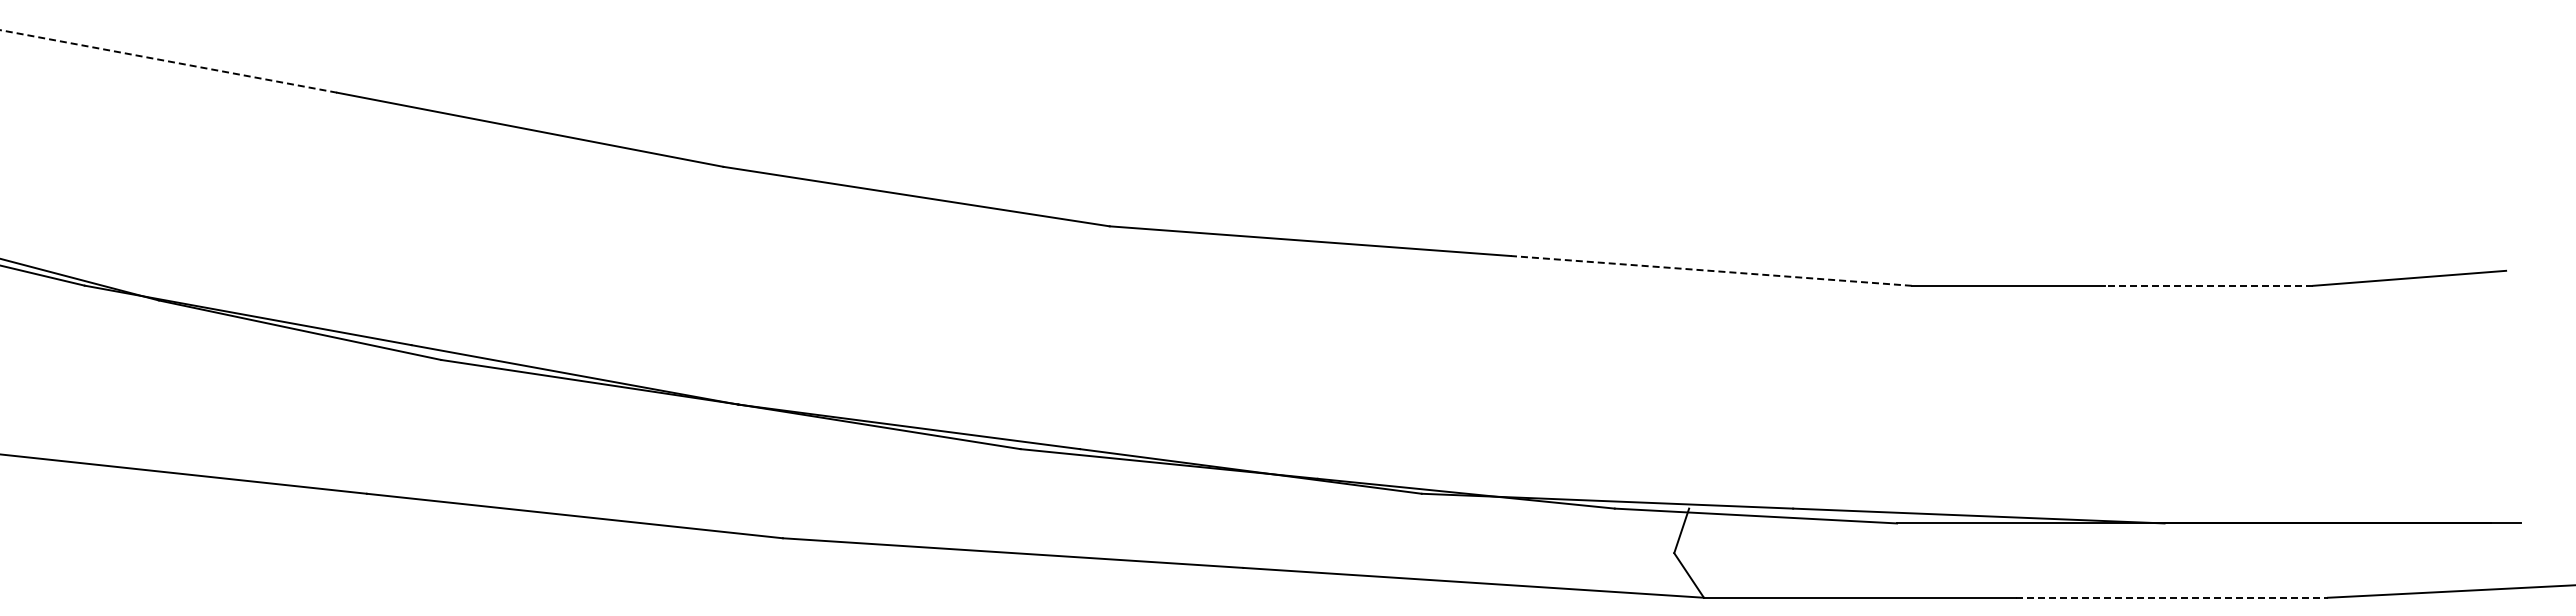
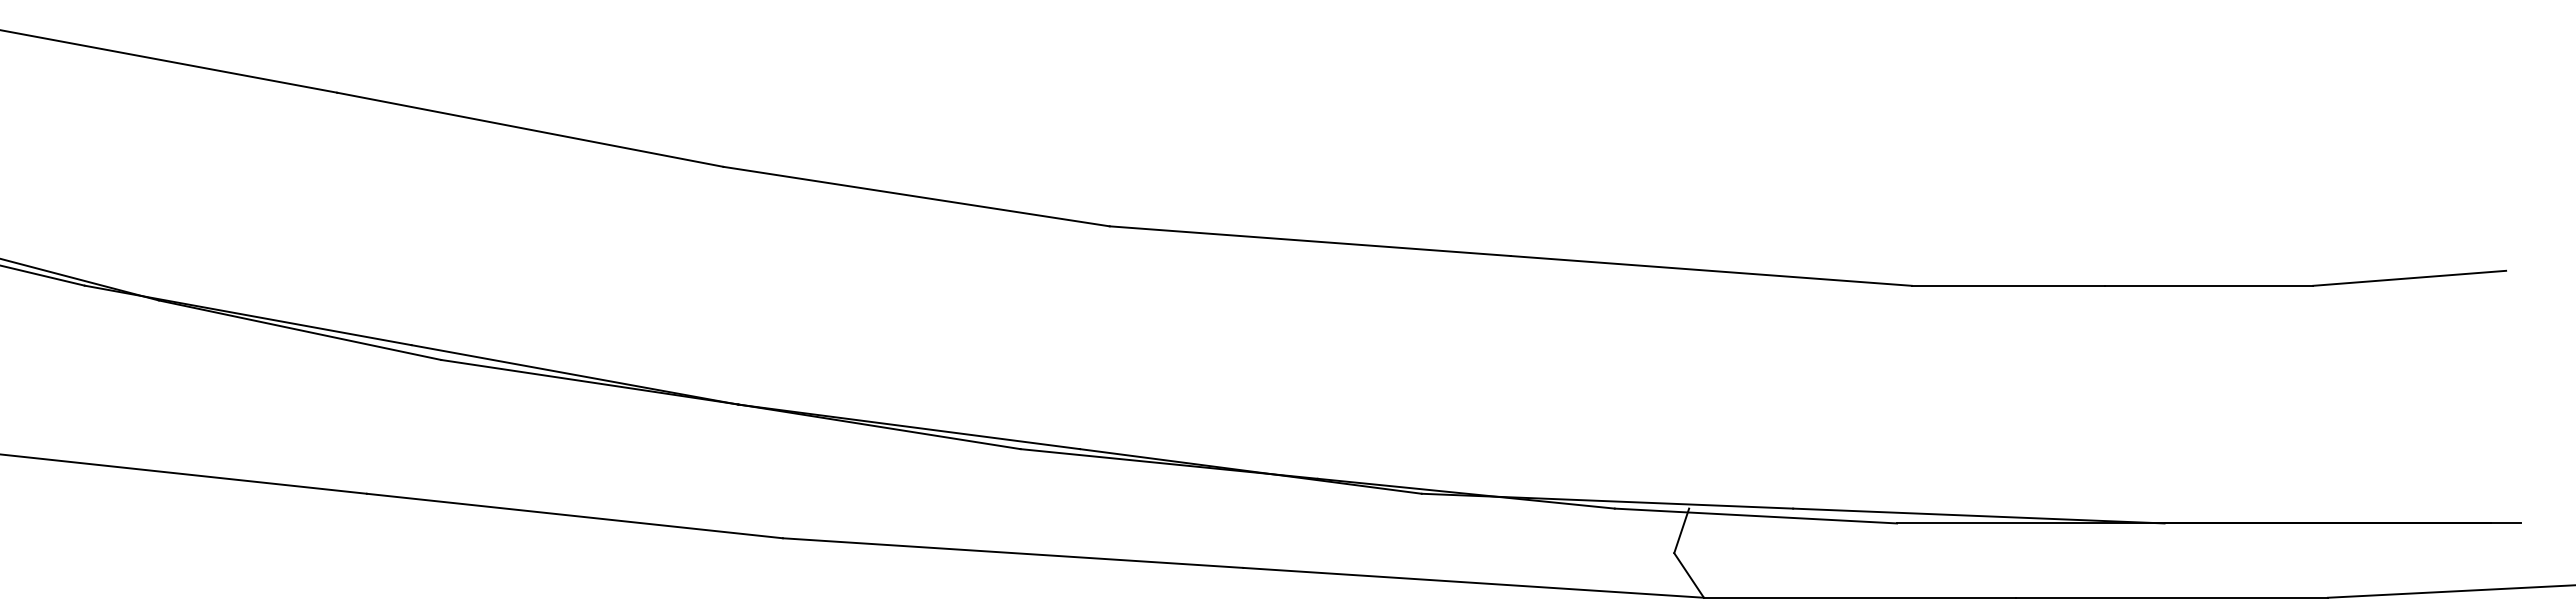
line at (168, 61): dashed -> solid
line at (1710, 270): dashed -> solid
line at (2208, 285): dashed -> solid
line at (2171, 597): dashed -> solid
